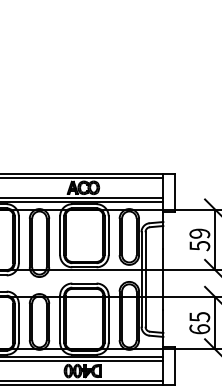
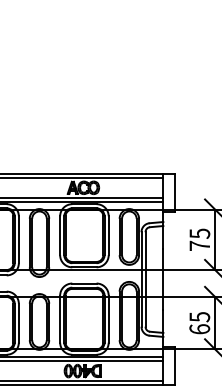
text at (199, 239): 59 -> 75
